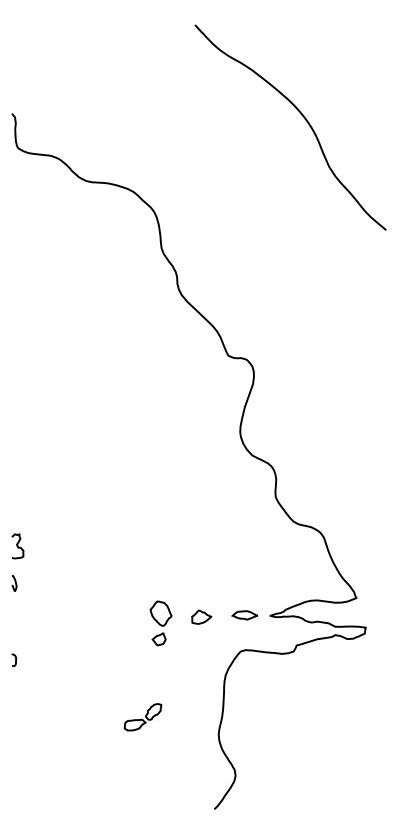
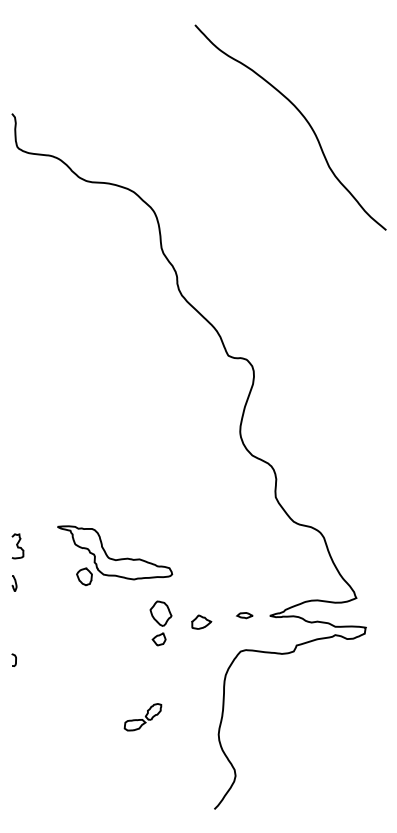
part at (115, 555): none -> present
part at (244, 615) size: 28x11 px -> 18x8 px
part at (201, 616) position: (201, 616) -> (201, 621)
